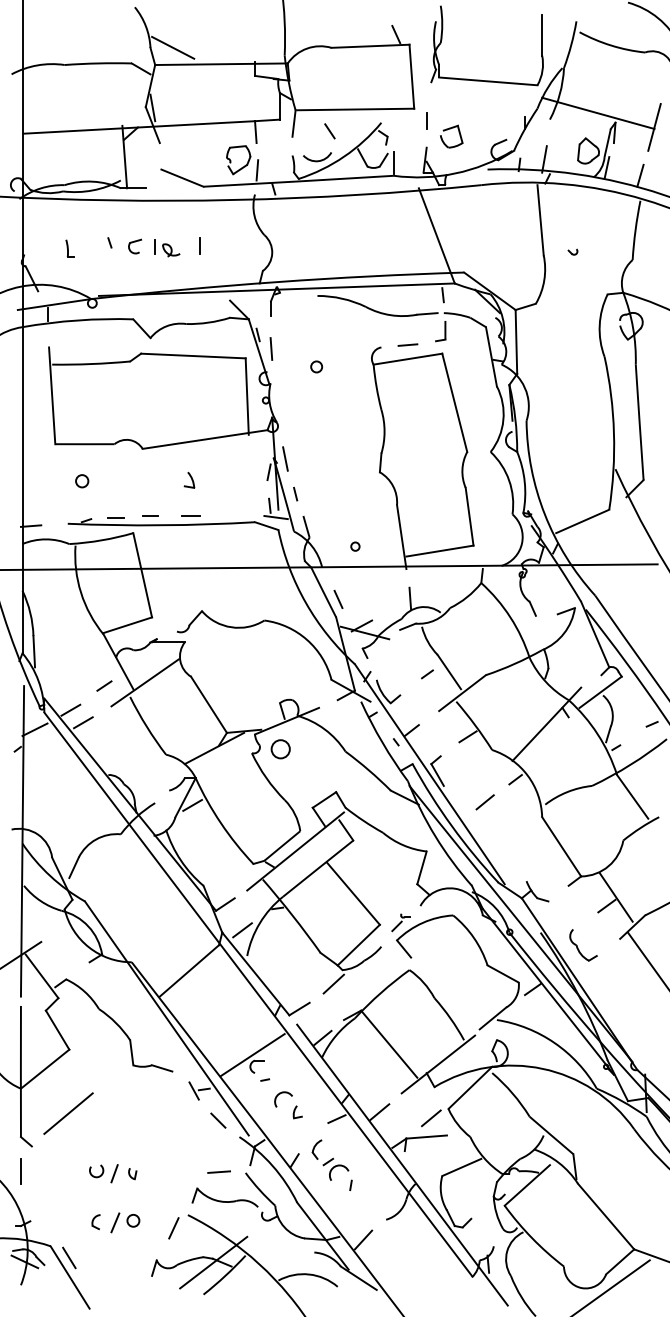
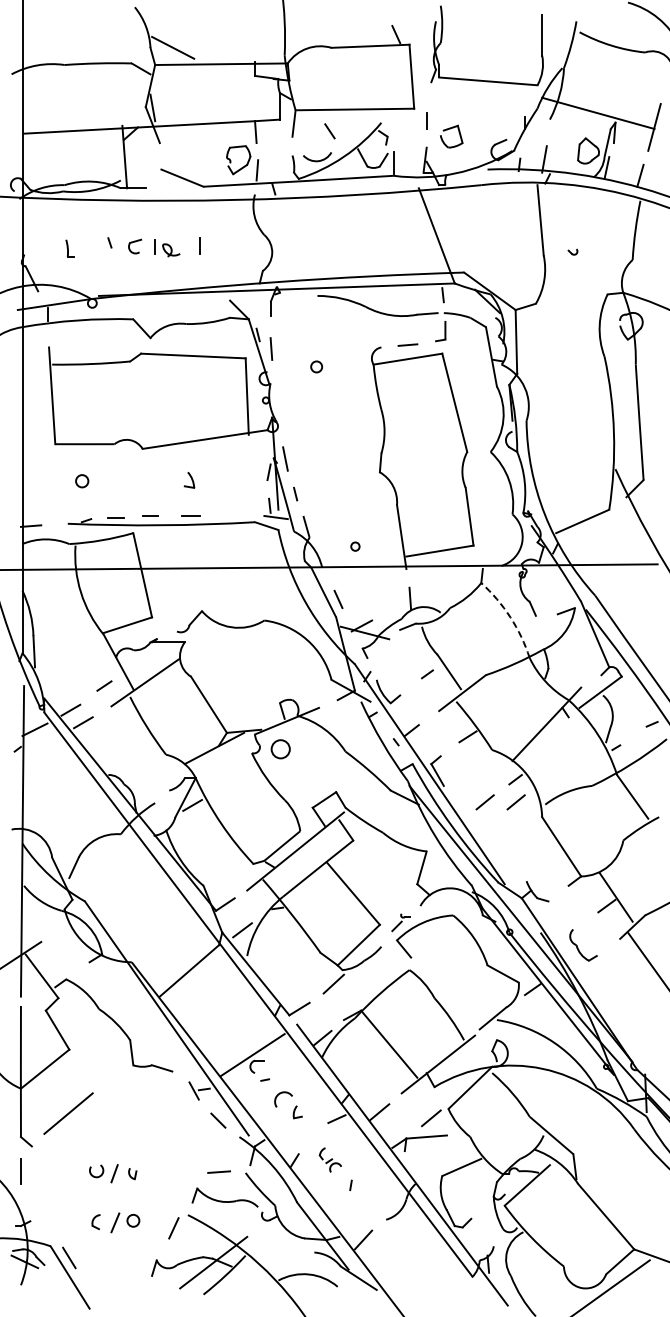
arc at (510, 617): solid -> dashed
line at (515, 802): none -> present
part at (330, 1159) size: 39x42 px -> 24x26 px
